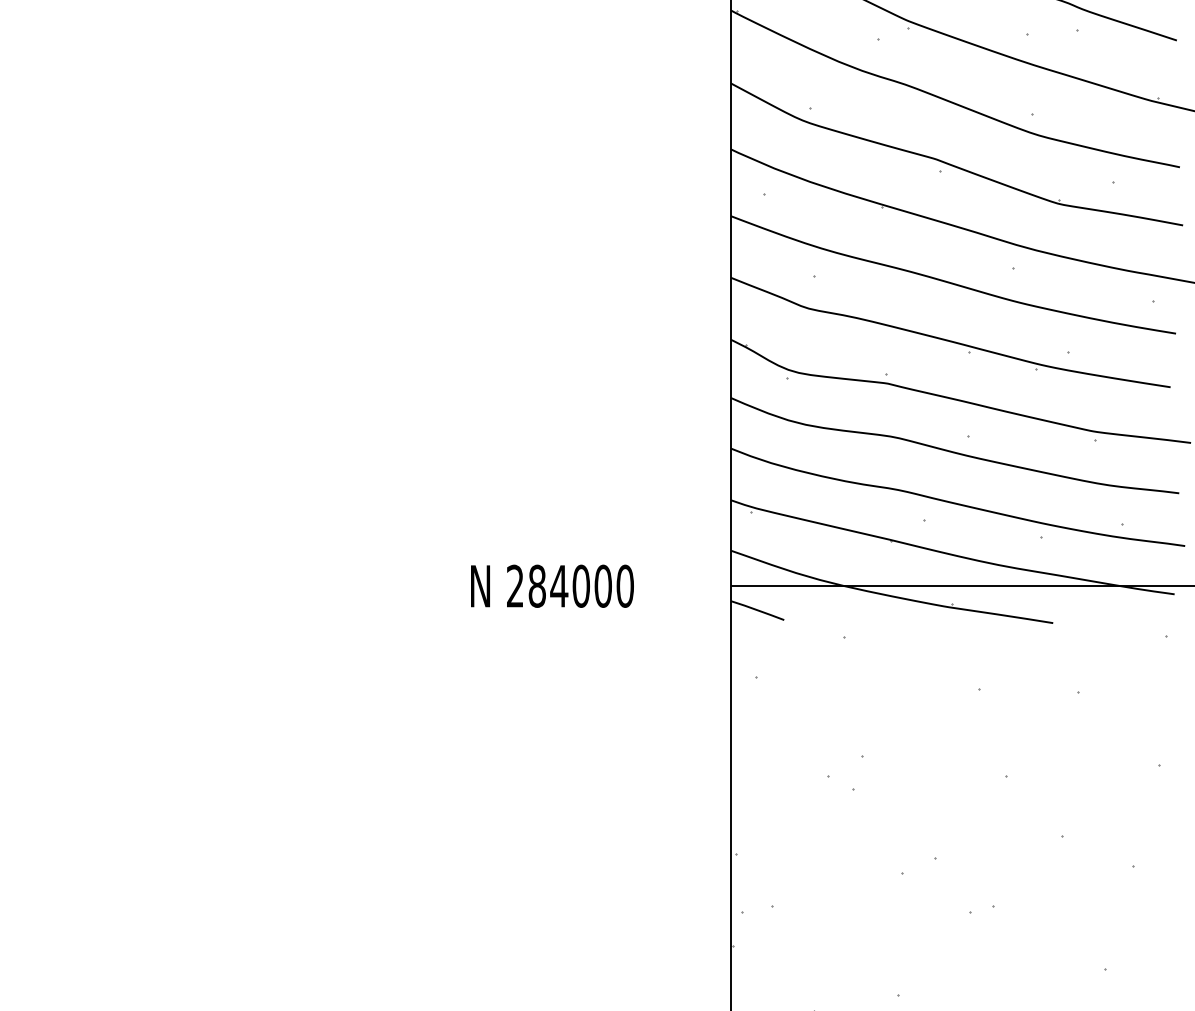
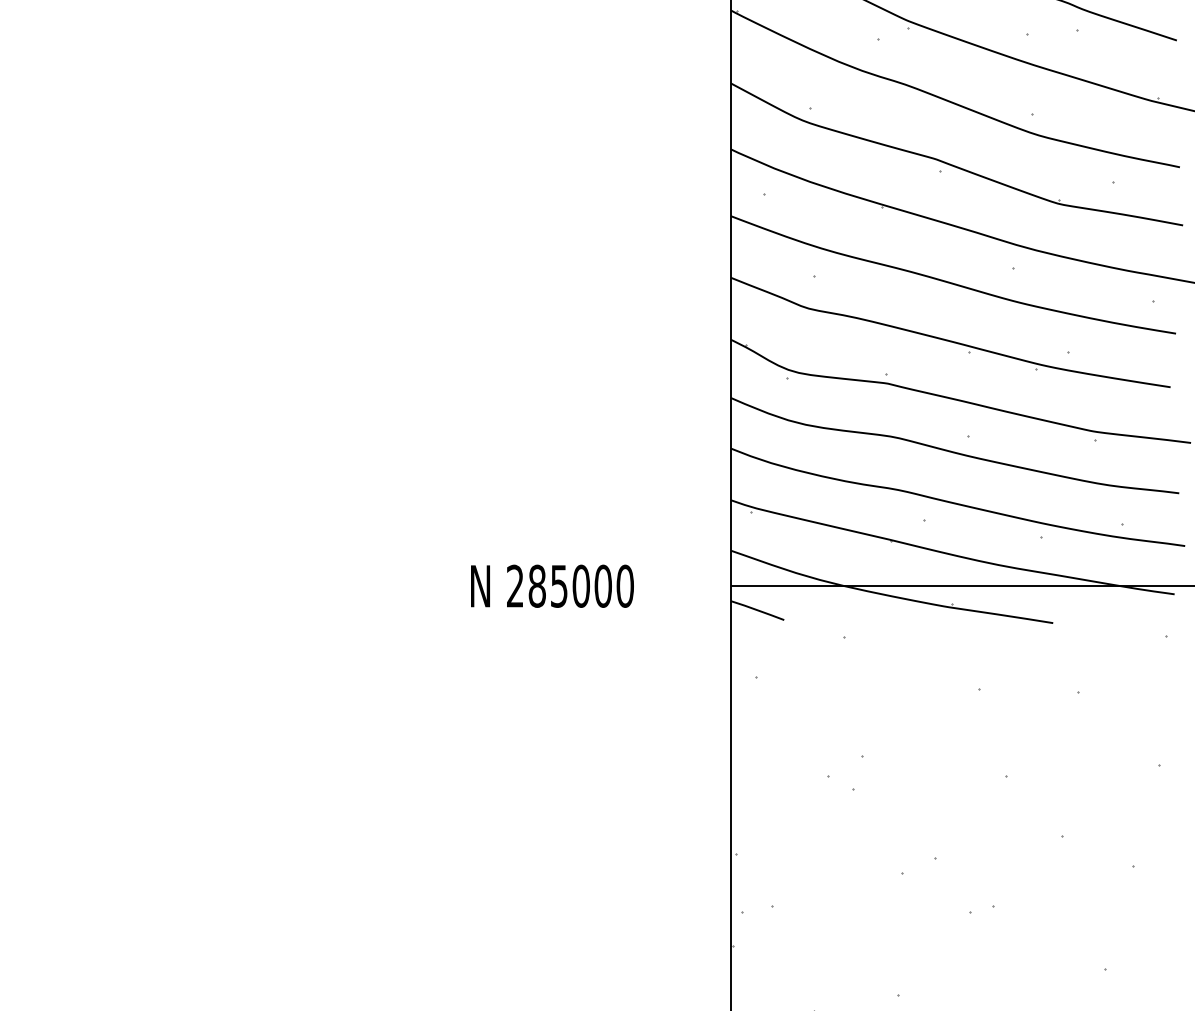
text at (559, 586): 284000 -> 285000
